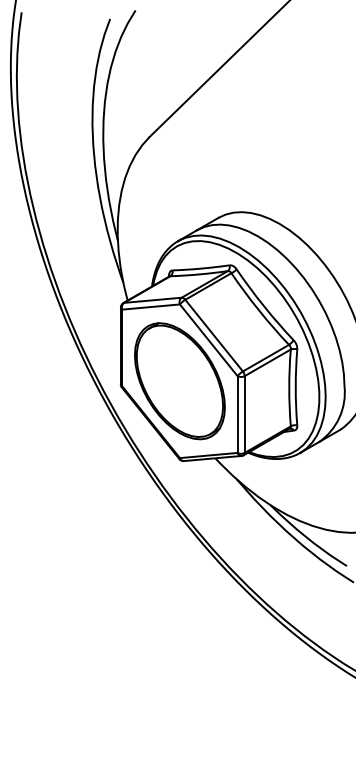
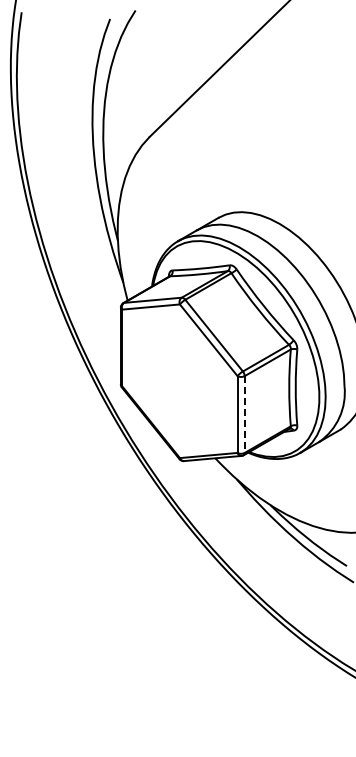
part at (179, 381): present -> none
line at (244, 415): solid -> dashed
